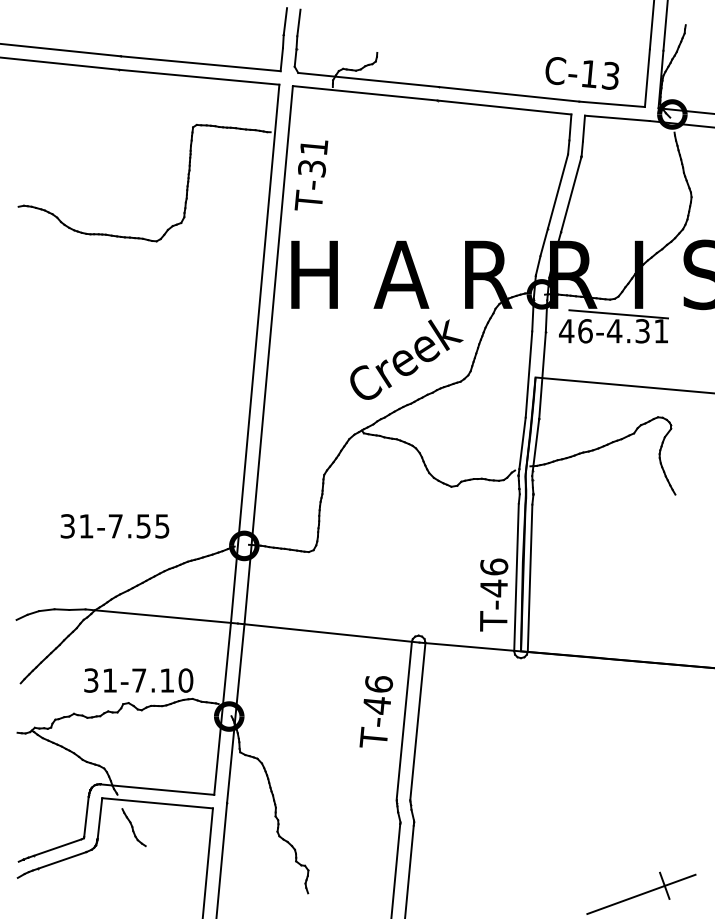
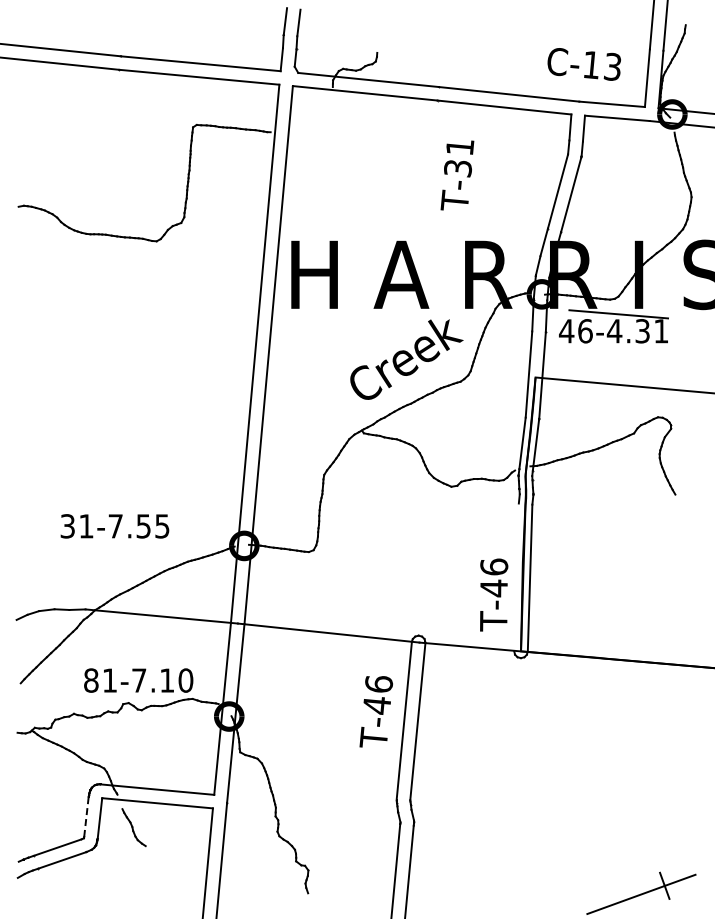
text at (581, 73) position: (581, 73) -> (583, 64)
text at (311, 175) position: (311, 175) -> (457, 175)
line at (516, 577): present -> none
text at (91, 680): 31-7.10 -> 81-7.10
line at (86, 816): solid -> dashed
